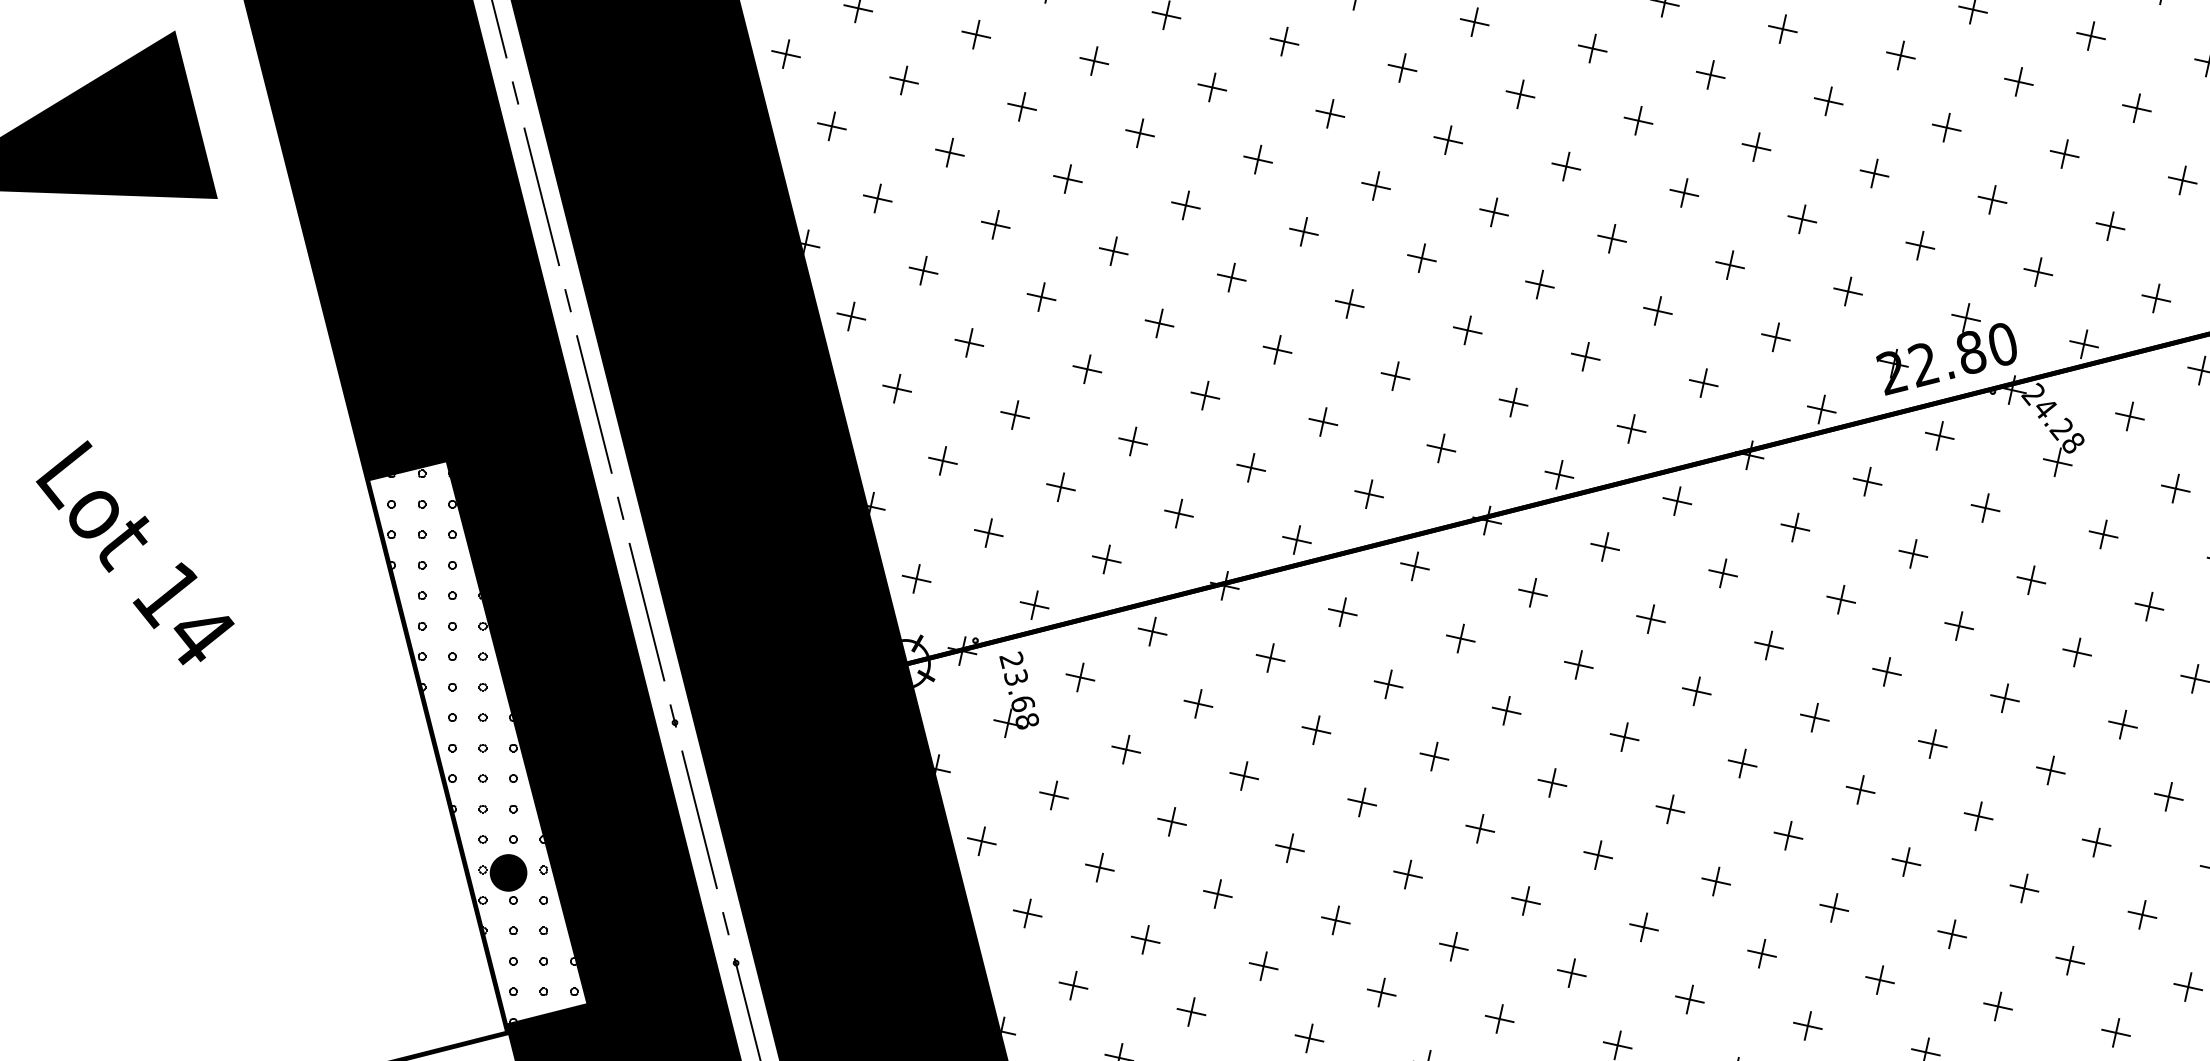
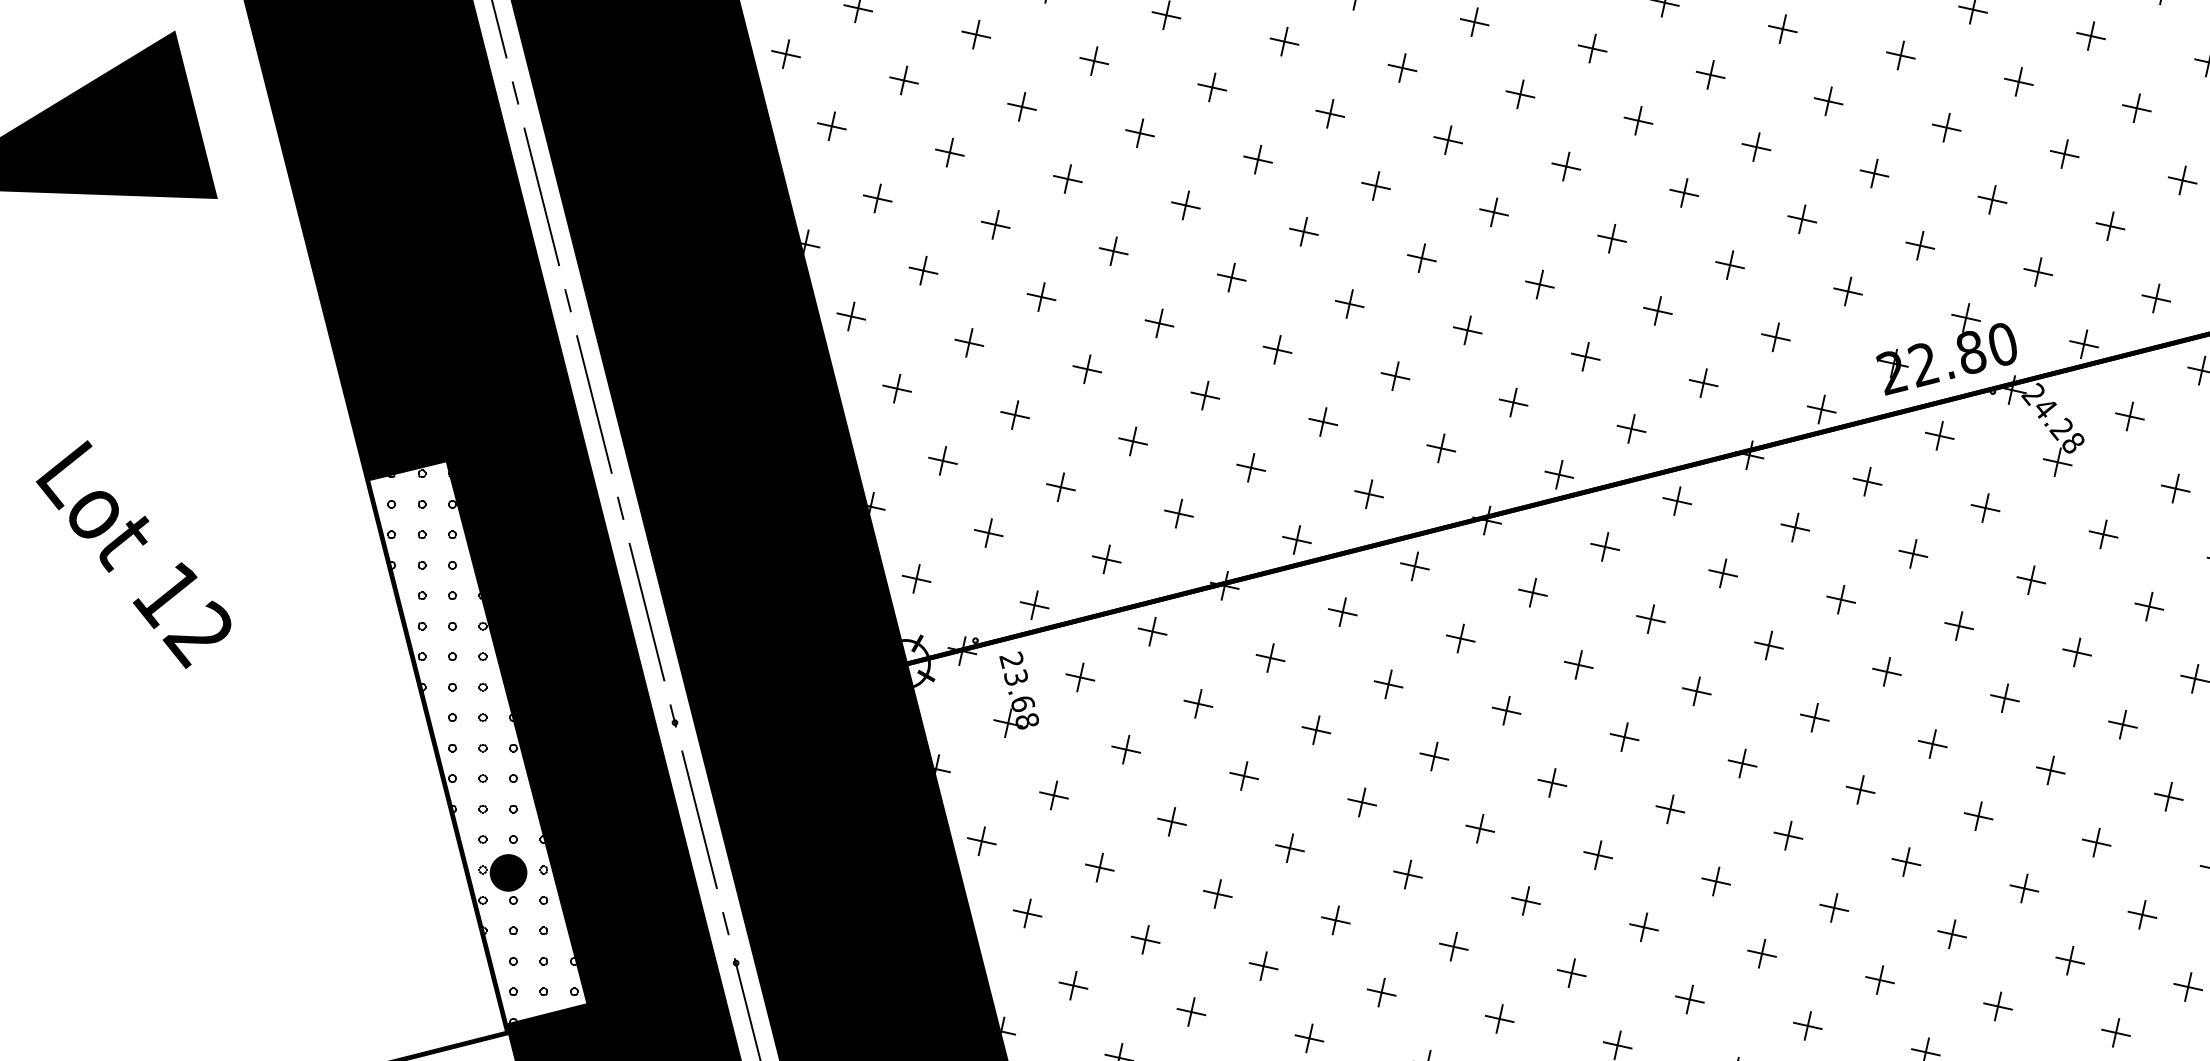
text at (198, 634): 14 -> 12
